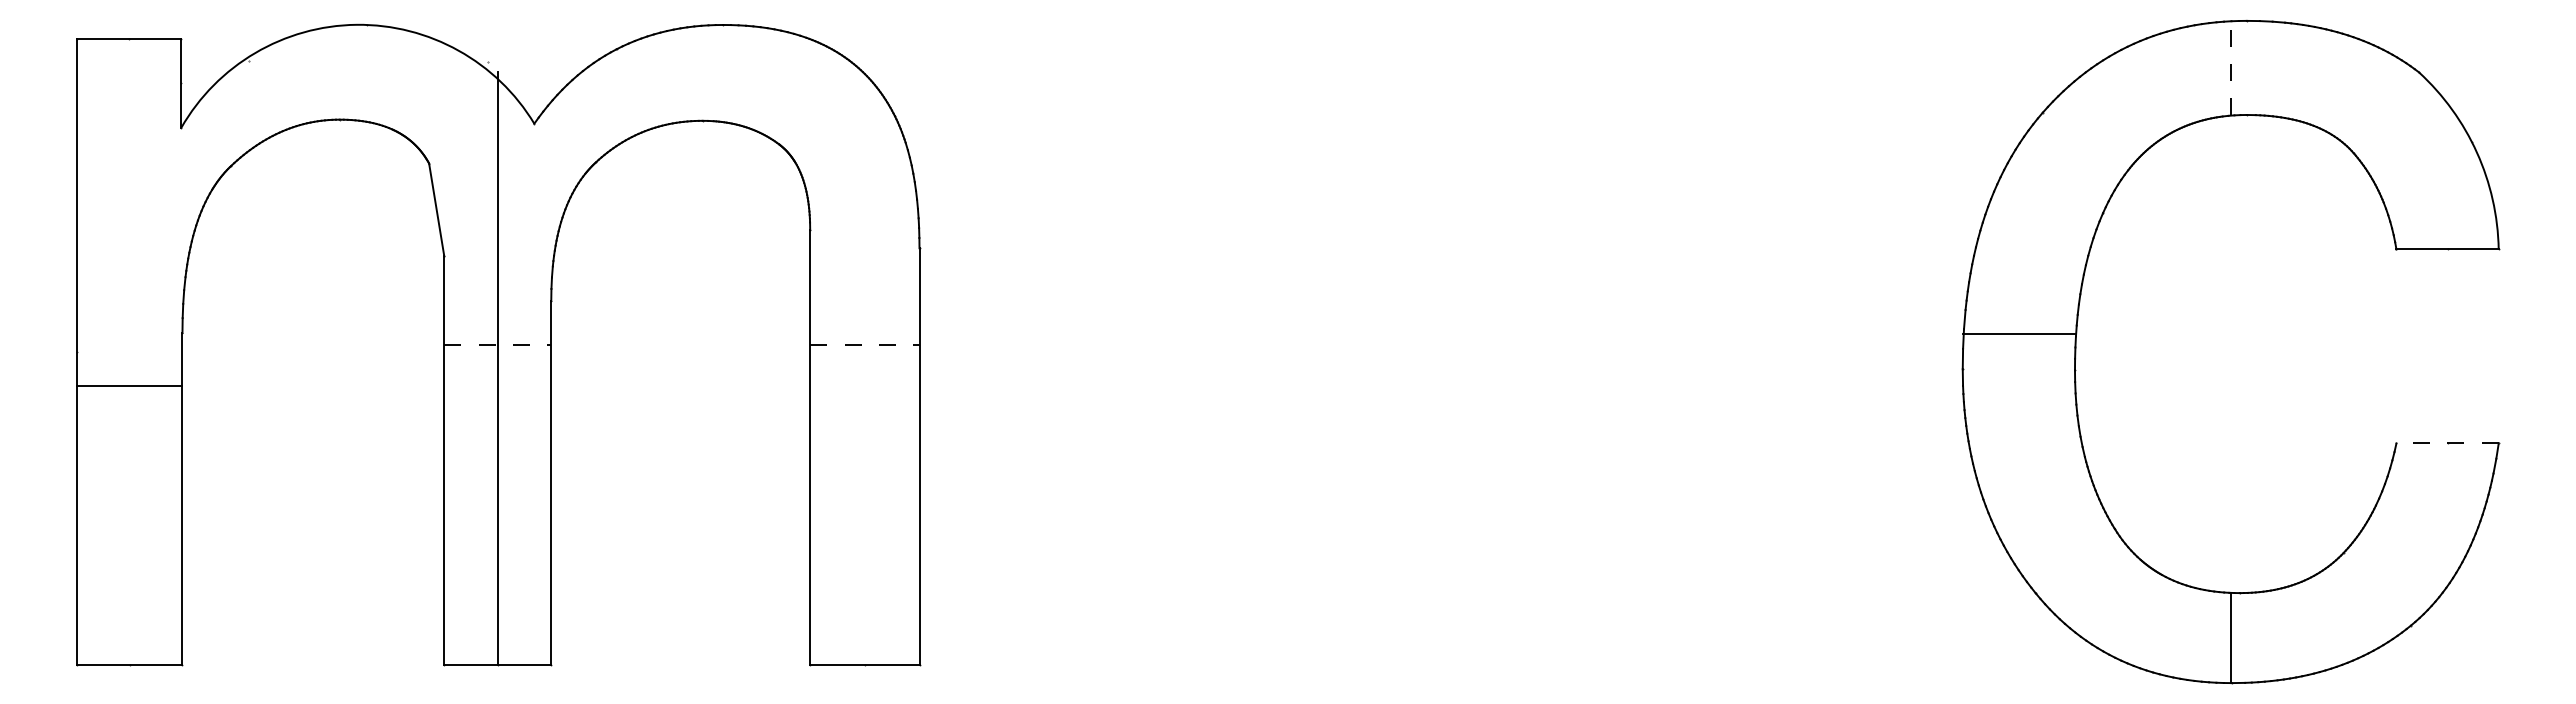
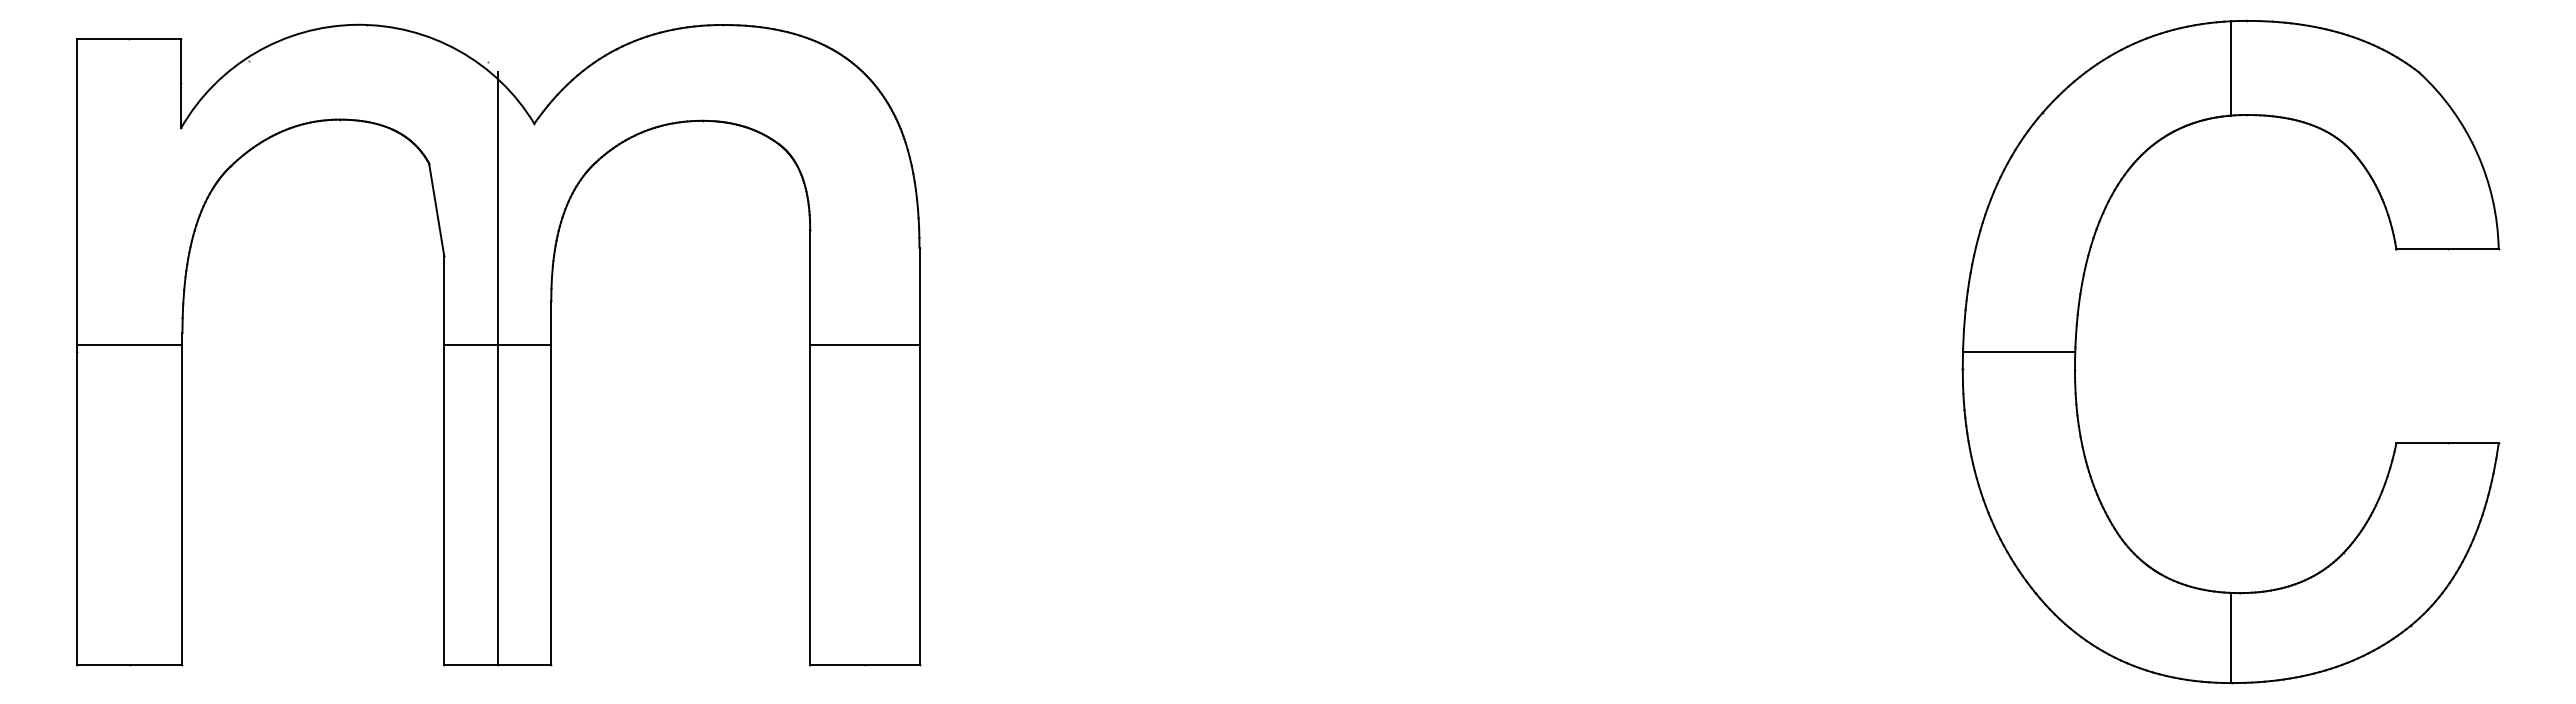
line at (2230, 67): dashed -> solid
line at (2018, 333) position: (2018, 333) -> (2018, 351)
line at (498, 344): dashed -> solid
line at (864, 344): dashed -> solid
line at (129, 385) position: (129, 385) -> (129, 344)
line at (2447, 443): dashed -> solid
